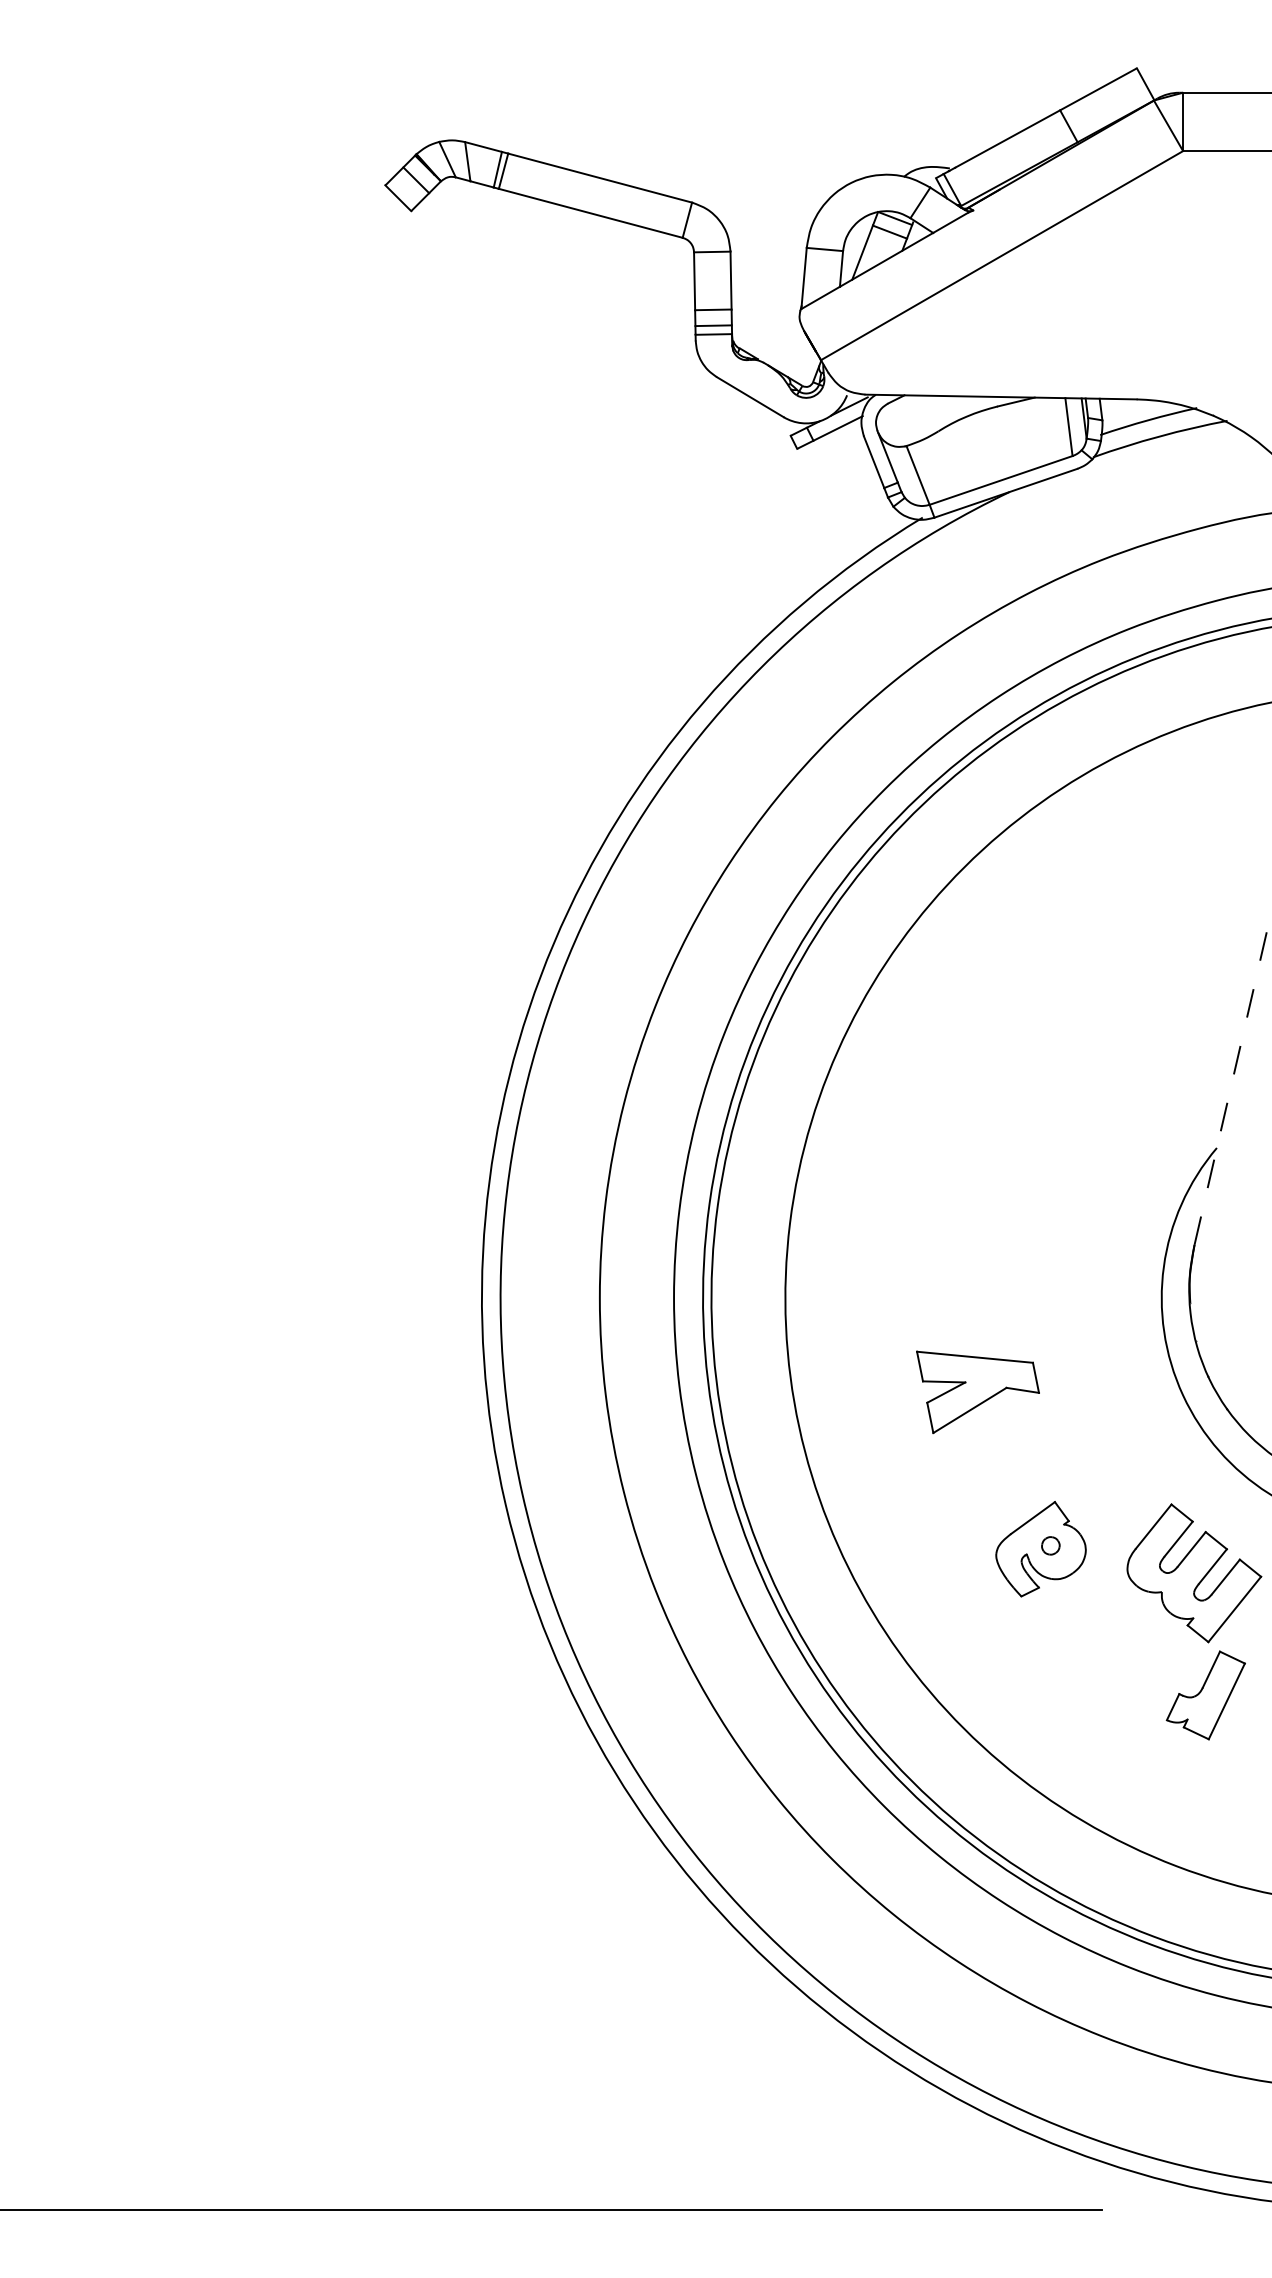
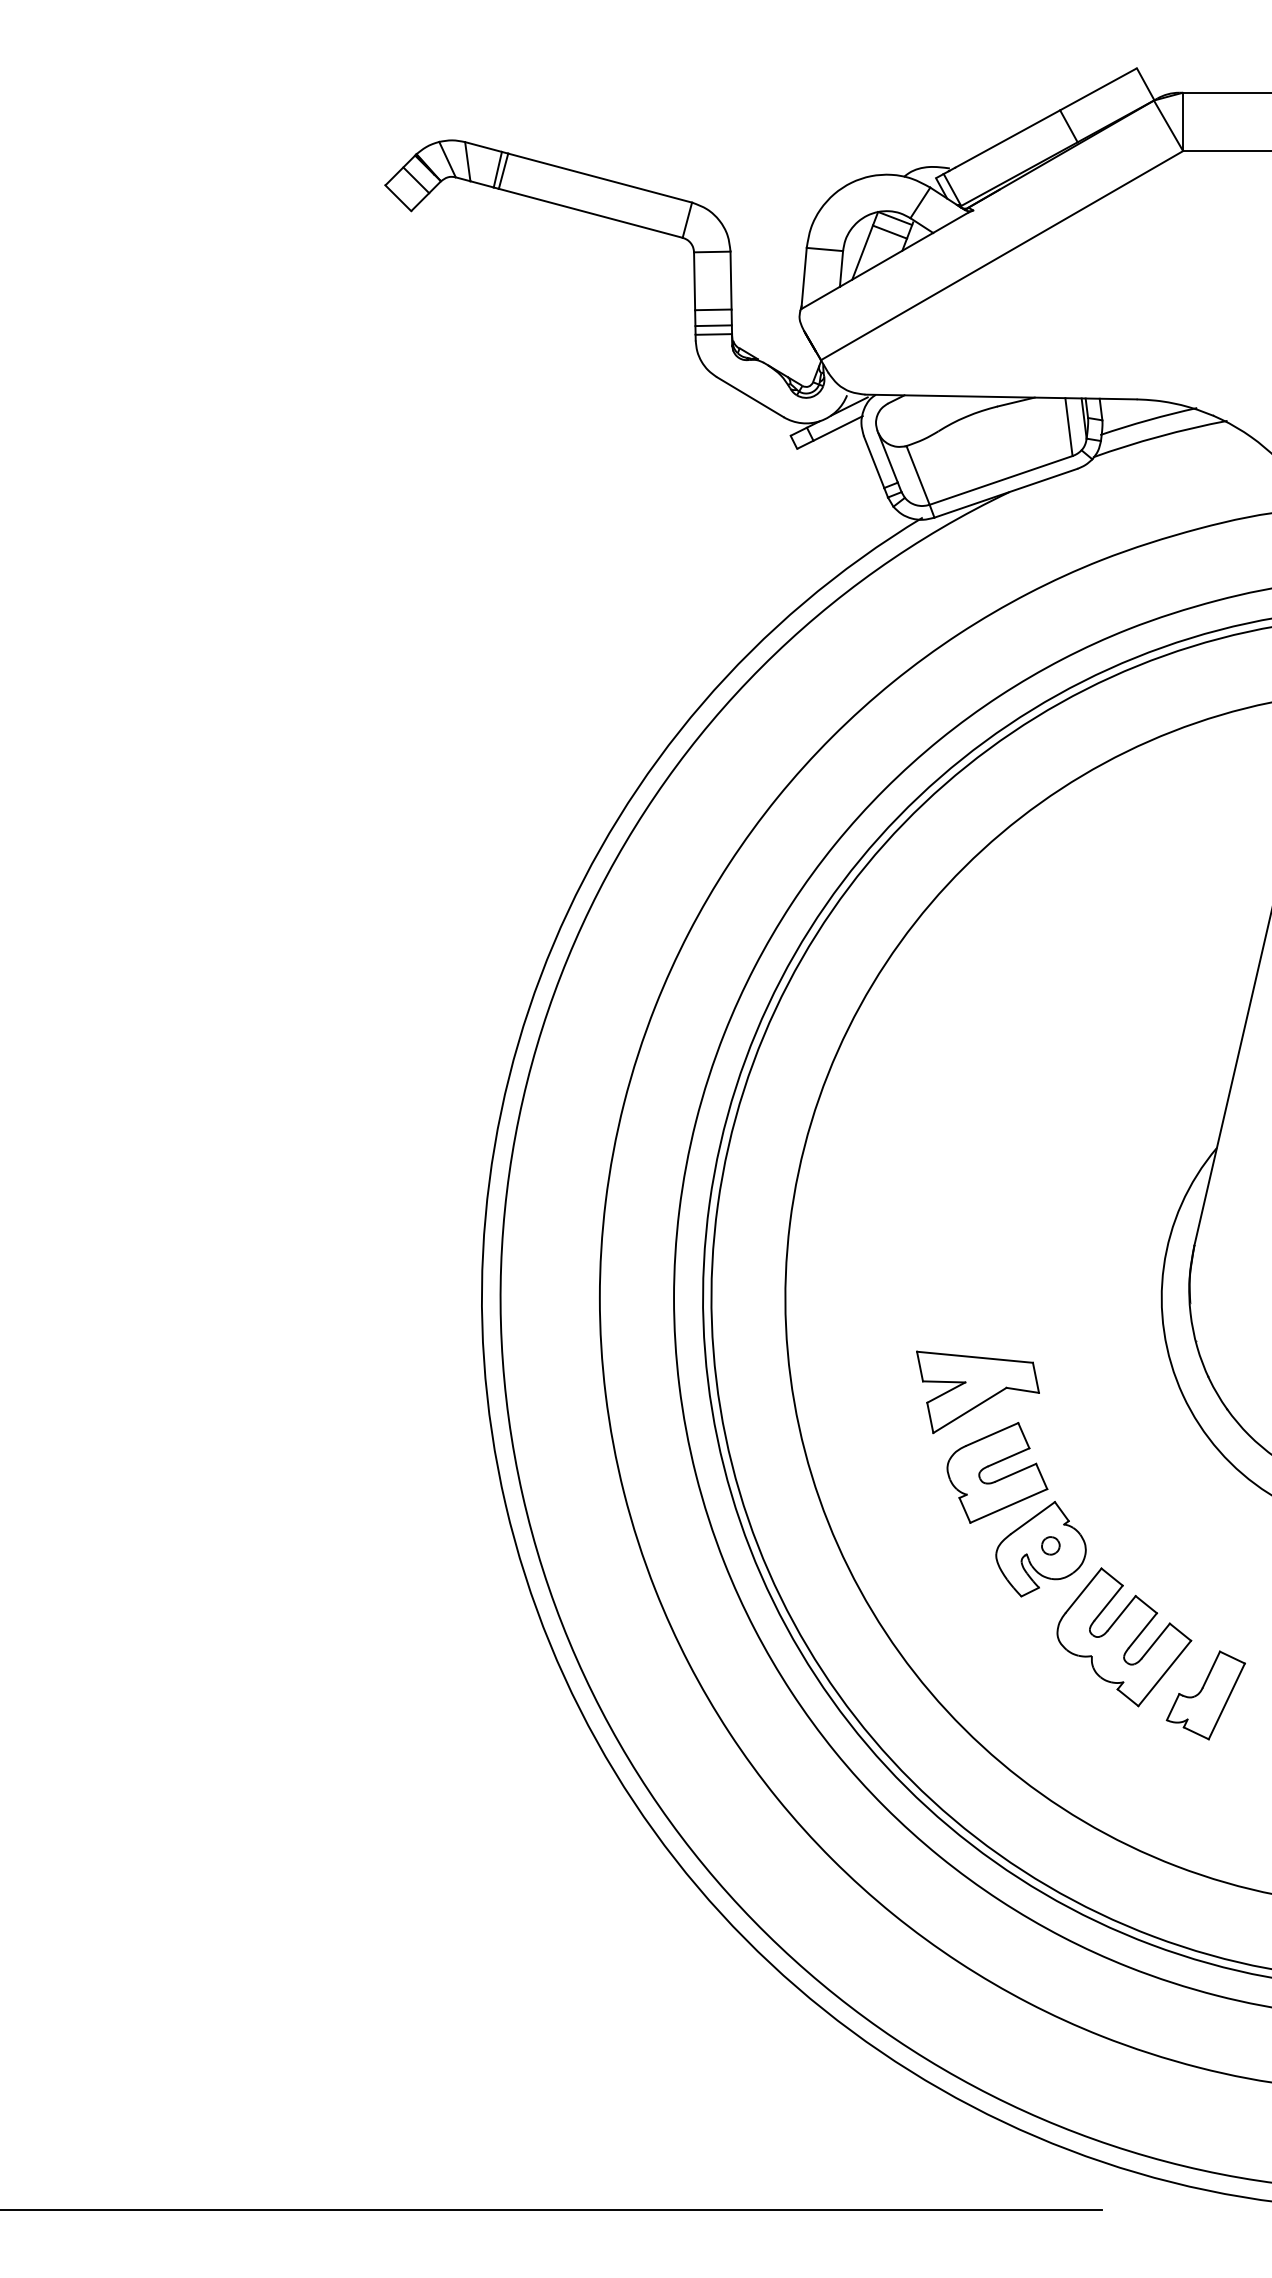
line at (1233, 1077): dashed -> solid
part at (1000, 1478): none -> present
part at (1194, 1573) position: (1194, 1573) -> (1124, 1637)
